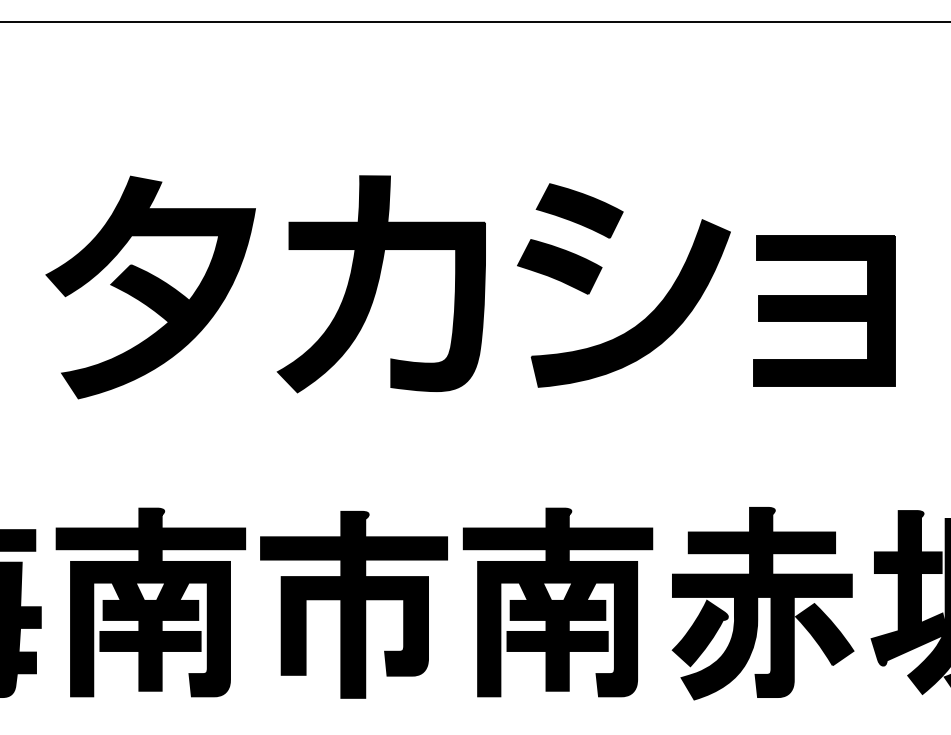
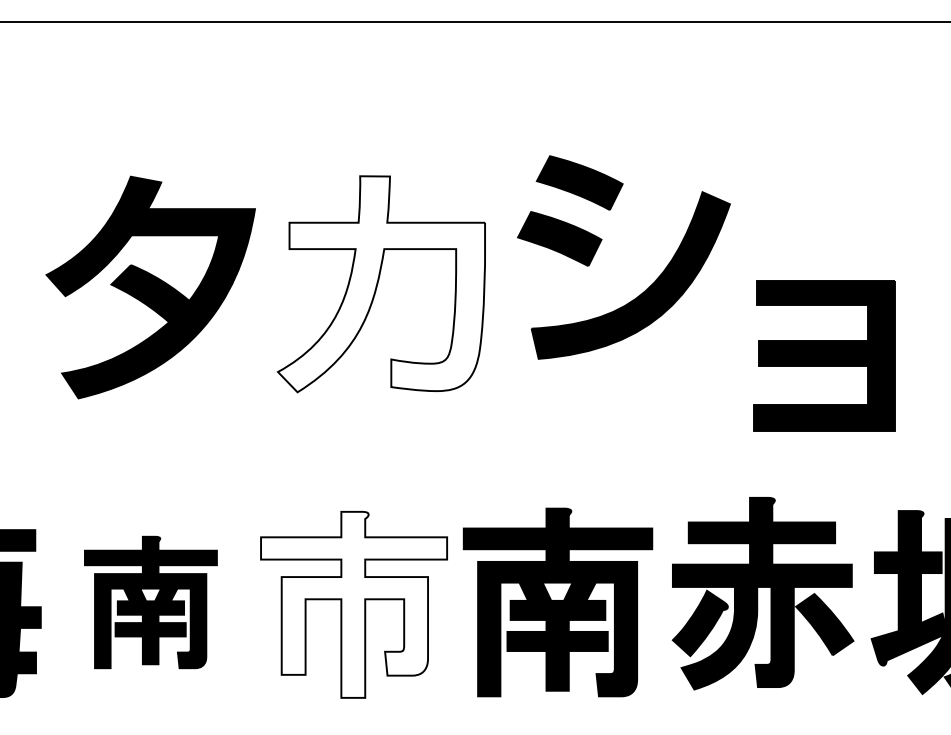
part at (599, 274) position: (599, 274) -> (599, 246)
fill at (381, 284): present -> none
part at (824, 310) position: (824, 310) -> (824, 355)
part at (150, 602) size: 192x191 px -> 134x135 px
part at (762, 603) position: (762, 603) -> (762, 593)
fill at (354, 604): present -> none
